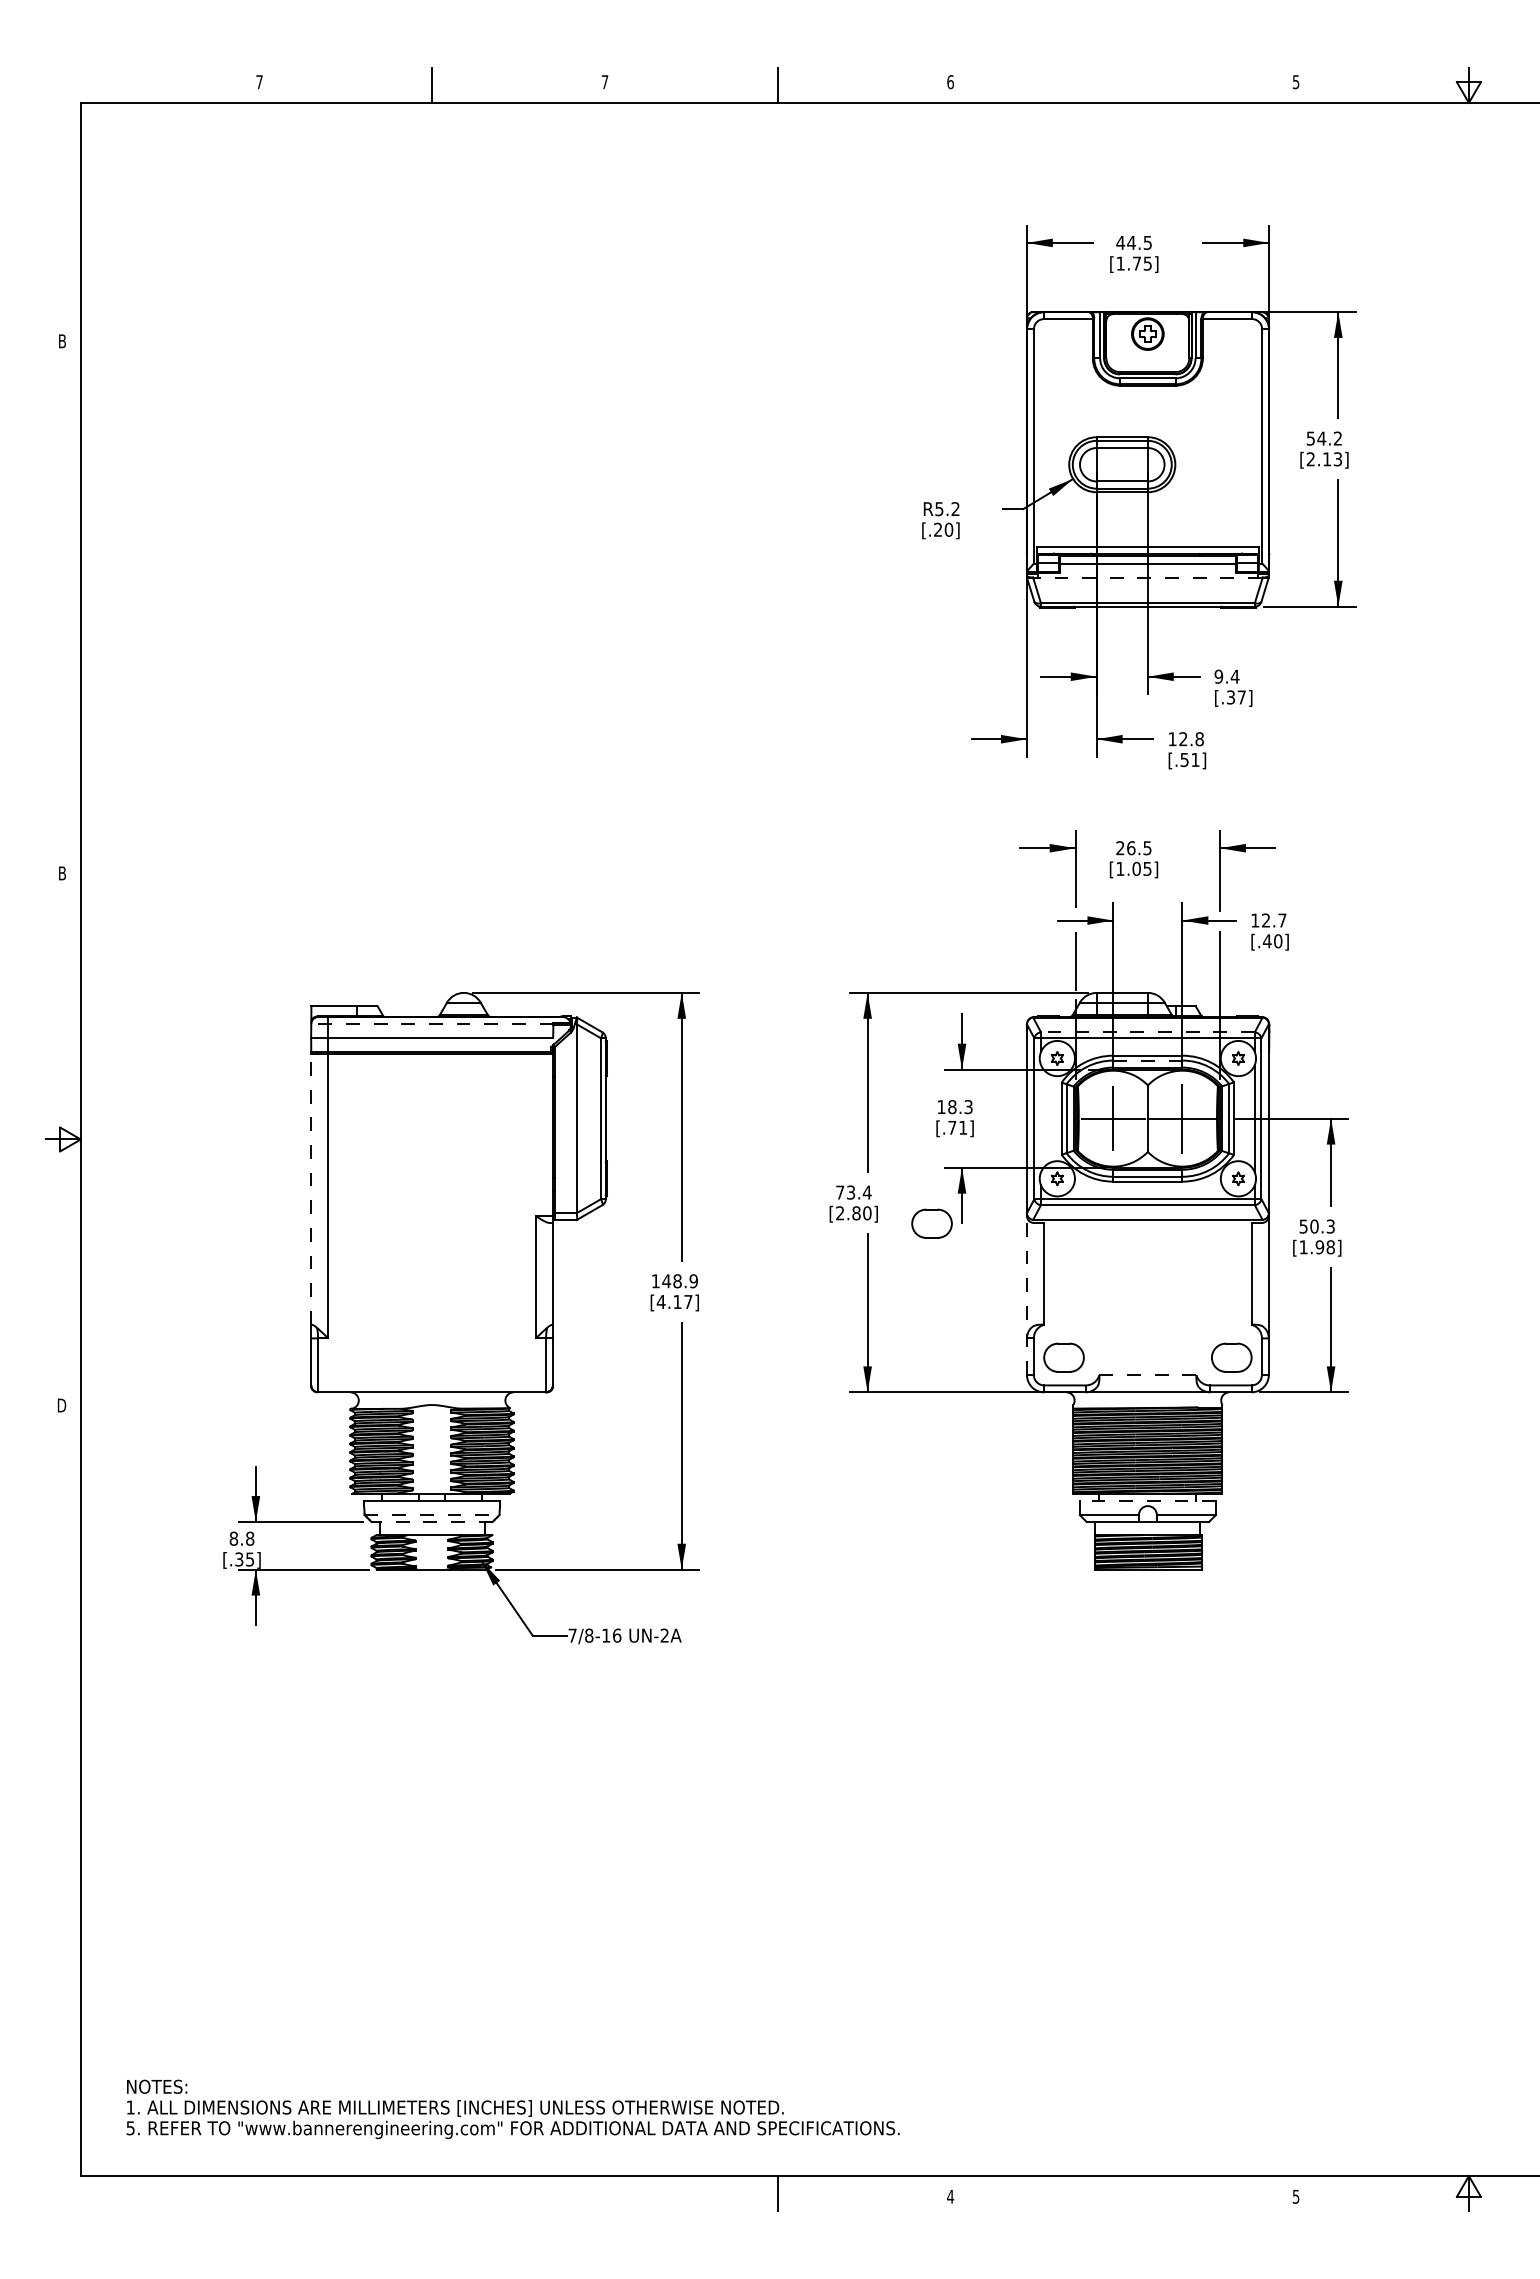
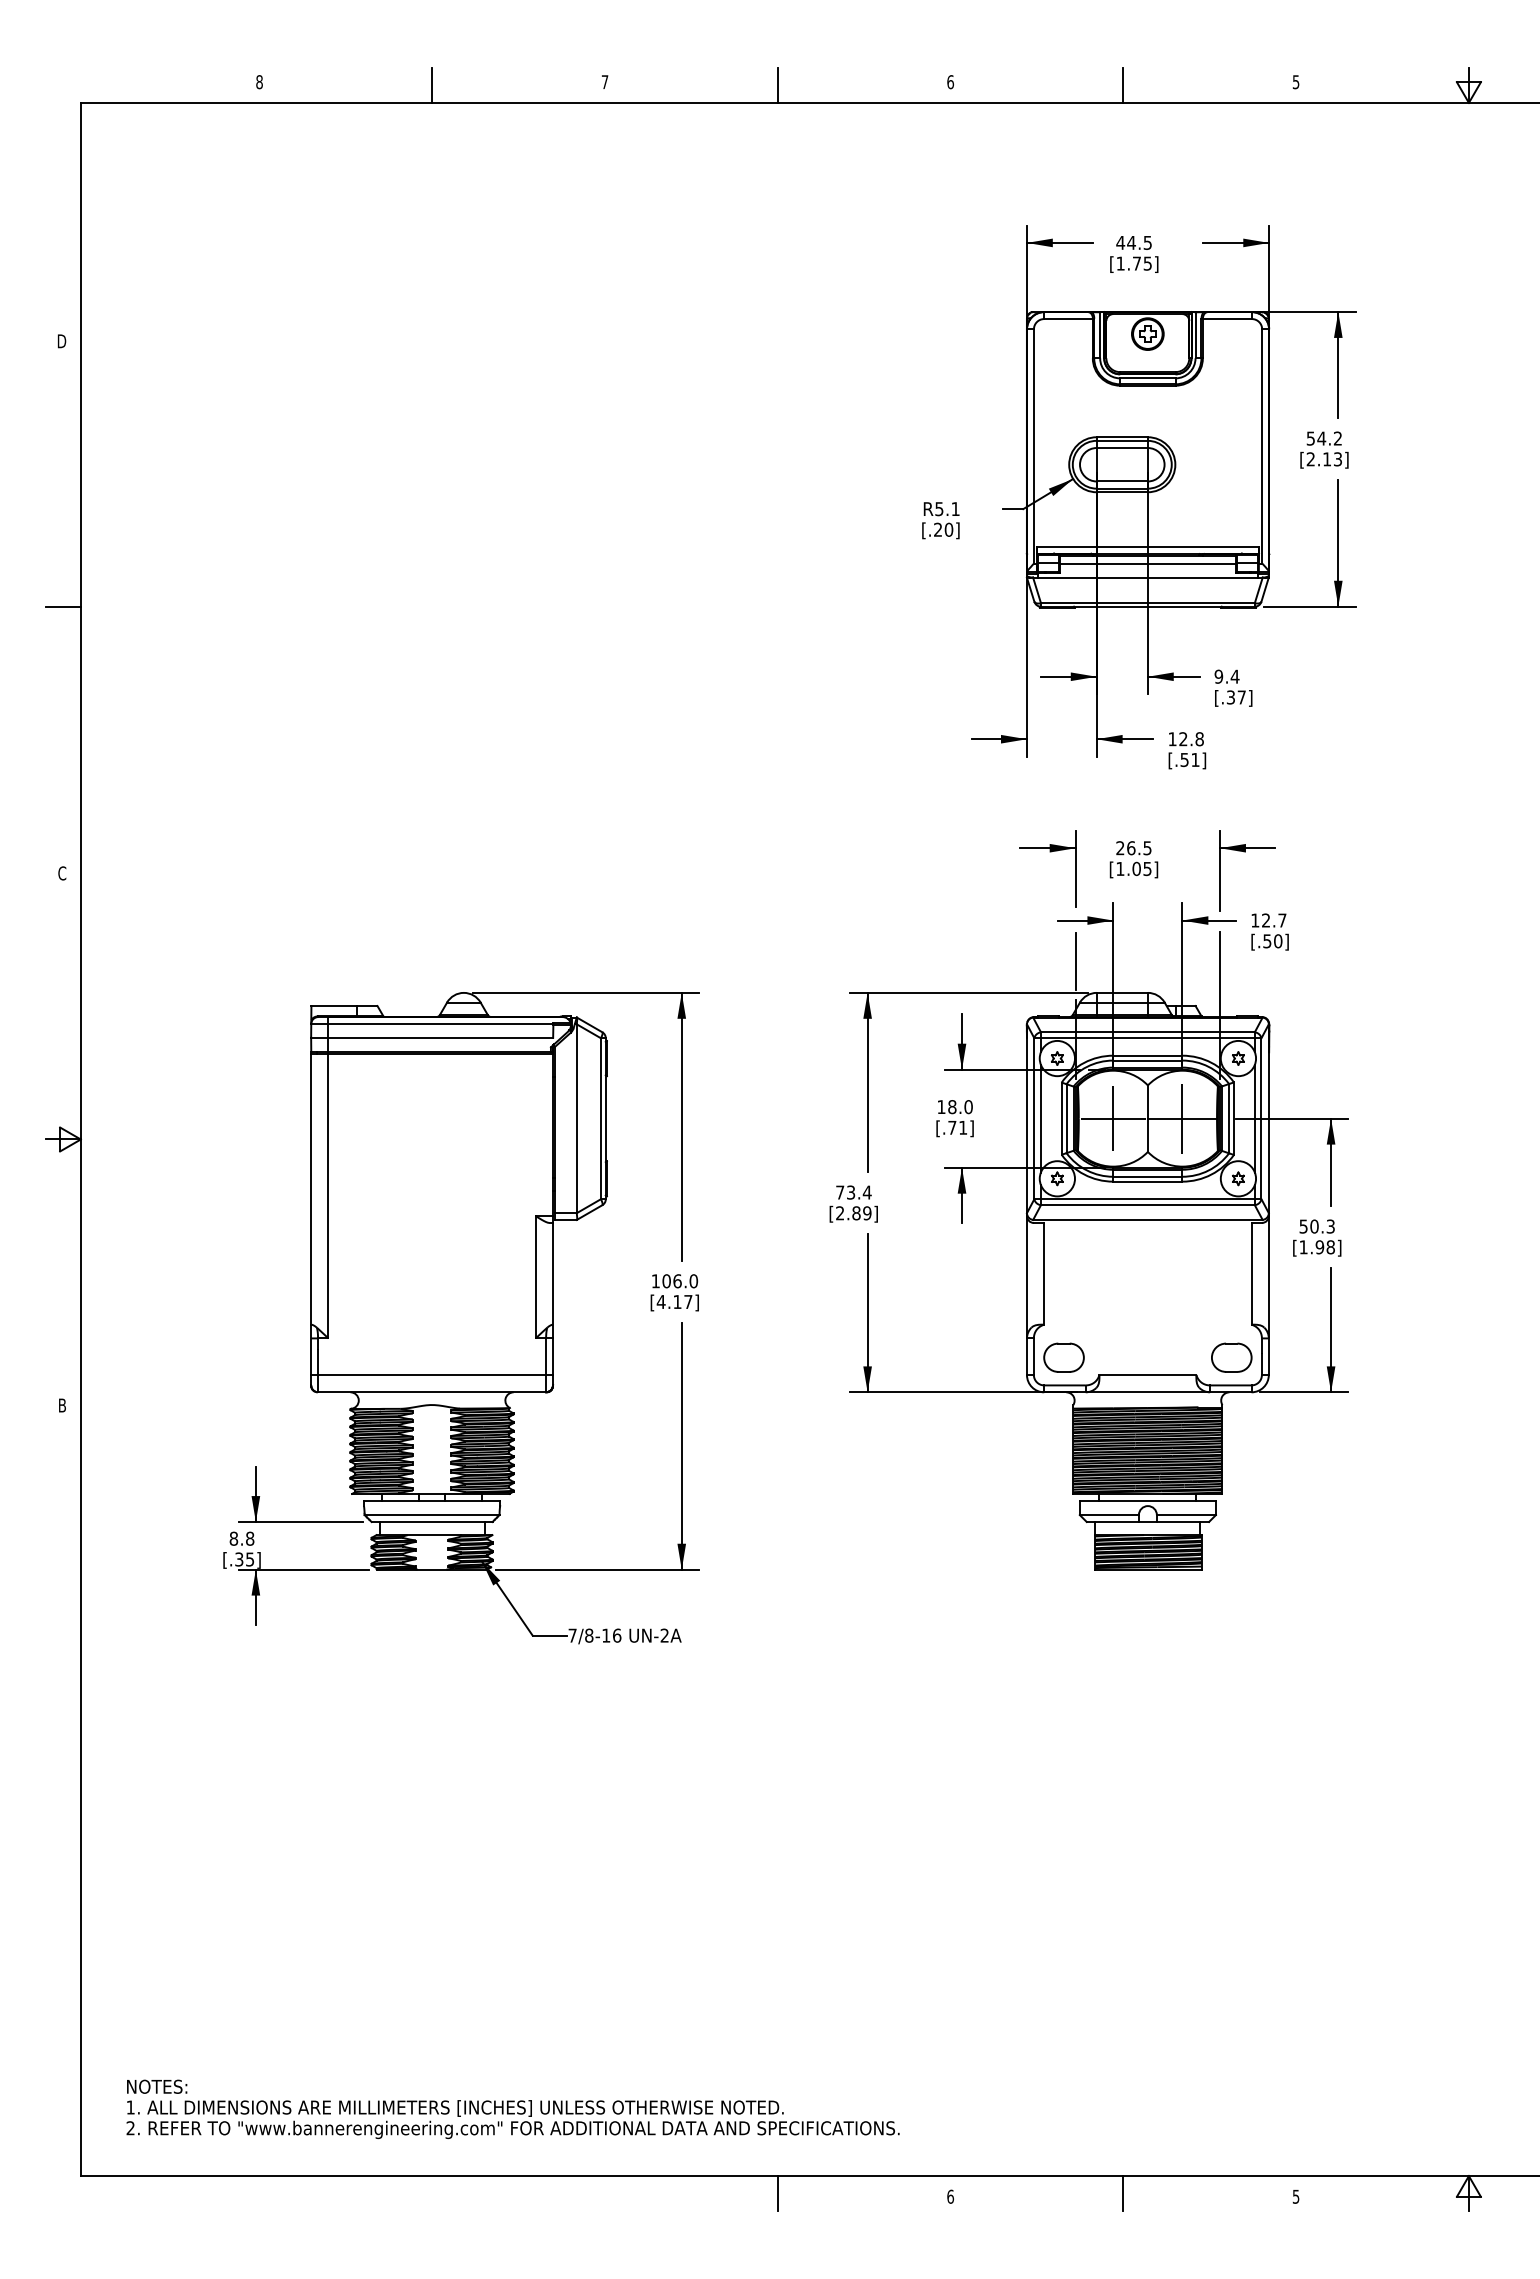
text at (259, 82): 7 -> 8
line at (1123, 85): none -> present
text at (61, 341): B -> D
text at (955, 508): R5.2 -> R5.1
line at (1147, 577): dashed -> solid
line at (63, 607): none -> present
text at (62, 873): B -> C
text at (1266, 941): [.40] -> [.50]
line at (431, 1023): dashed -> solid
line at (1147, 1032): dashed -> solid
line at (1147, 1060): dashed -> solid
text at (968, 1107): 18.3 -> 18.0
line at (1040, 1118): none -> present
line at (311, 1188): dashed -> solid
text at (867, 1213): [2.80] -> [2.89]
part at (931, 1223): present -> none
text at (679, 1281): 148.9 -> 106.0
line at (1026, 1295): dashed -> solid
line at (432, 1375): none -> present
line at (1148, 1375): dashed -> solid
text at (61, 1405): D -> B
line at (1147, 1501): dashed -> solid
line at (432, 1515): dashed -> solid
line at (431, 1521): dashed -> solid
text at (130, 2128): 5. -> 2.
line at (1123, 2193): none -> present
text at (950, 2196): 4 -> 6
